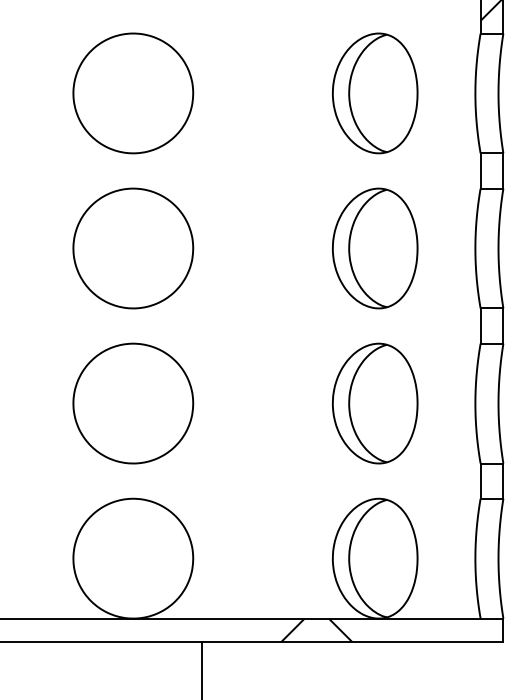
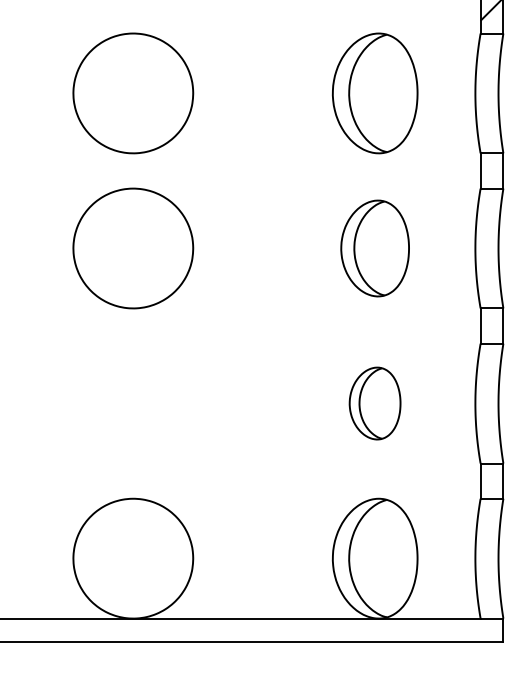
part at (374, 248) size: 88x123 px -> 70x99 px
part at (133, 403): present -> none
part at (374, 403) size: 88x123 px -> 54x75 px
hatch at (316, 630): present -> none
line at (201, 669): present -> none
